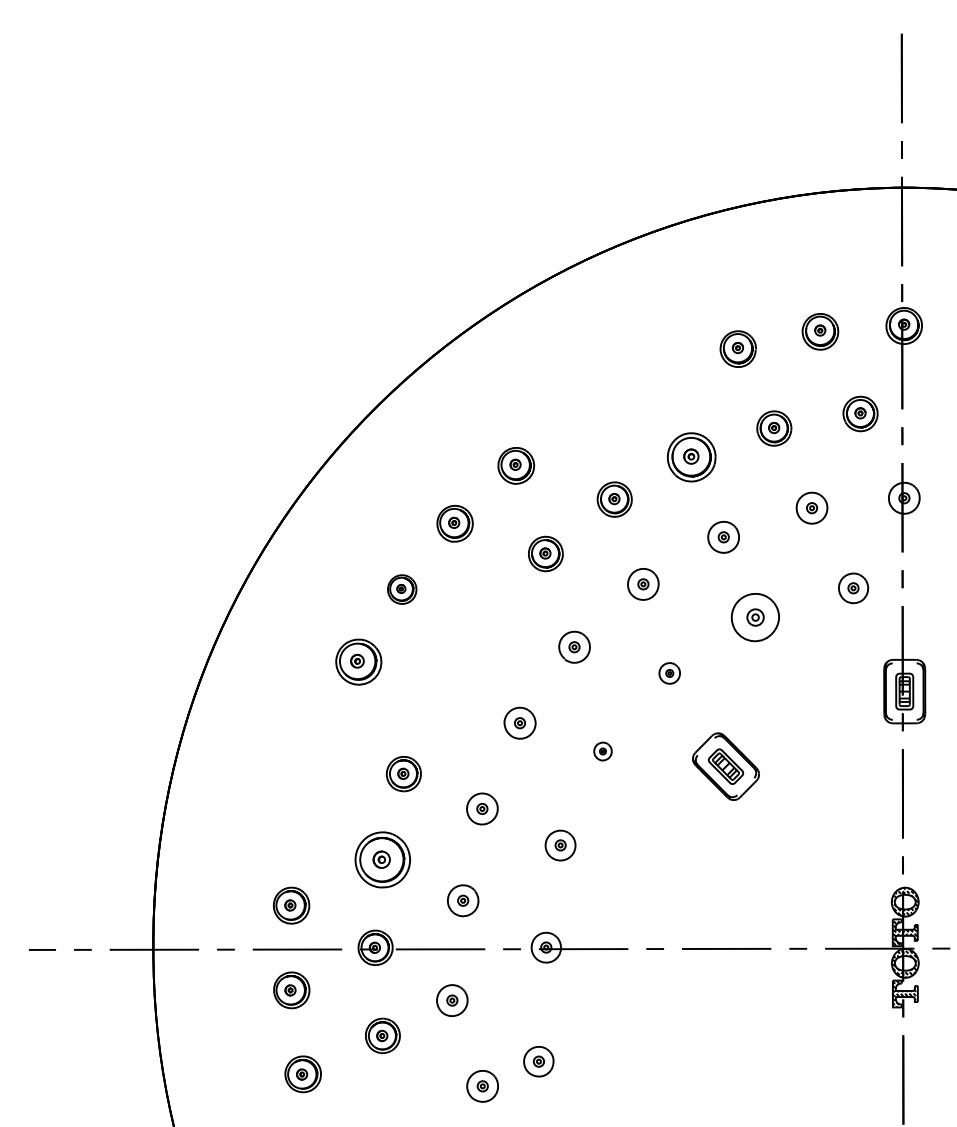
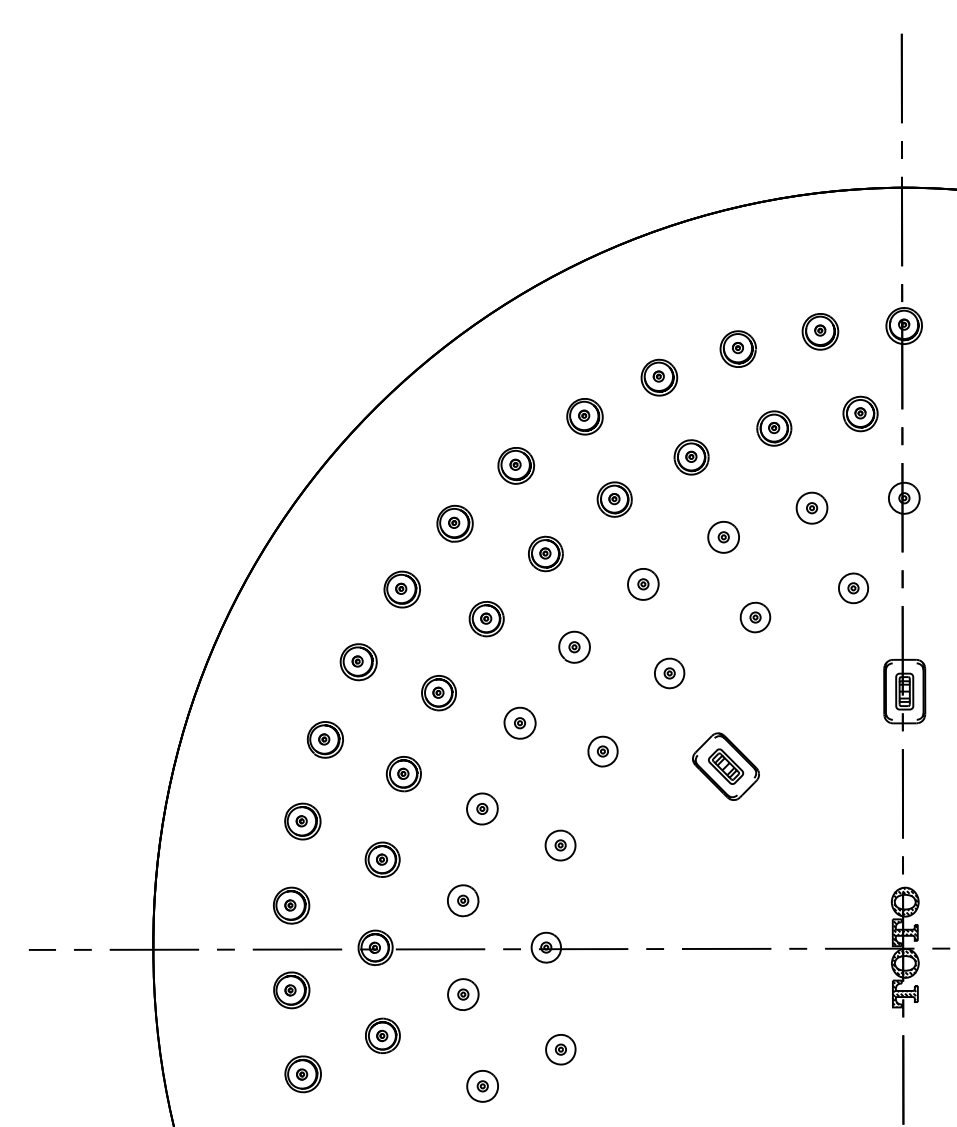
part at (659, 377): none -> present
part at (584, 416): none -> present
part at (691, 457) size: 51x51 px -> 37x37 px
part at (402, 589) size: 31x31 px -> 38x39 px
part at (754, 617) size: 50x50 px -> 33x33 px
part at (486, 619): none -> present
part at (358, 661) size: 48x48 px -> 39x39 px
part at (669, 673) size: 23x23 px -> 32x33 px
part at (438, 693): none -> present
part at (324, 739): none -> present
part at (602, 751) size: 20x21 px -> 32x33 px
part at (302, 821): none -> present
part at (382, 859) size: 57x58 px -> 37x37 px
part at (452, 1000) position: (452, 1000) -> (463, 994)
part at (538, 1061) position: (538, 1061) -> (560, 1049)
